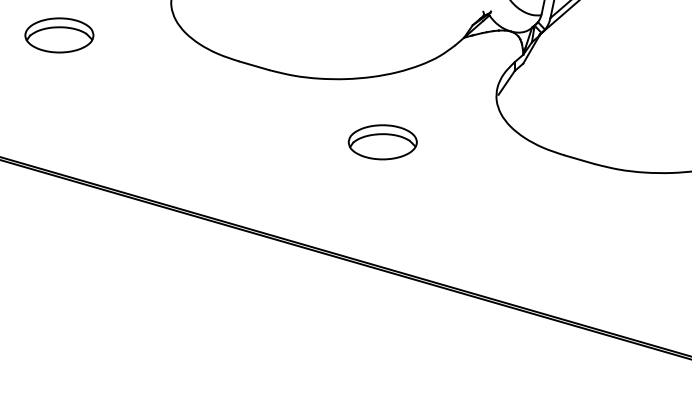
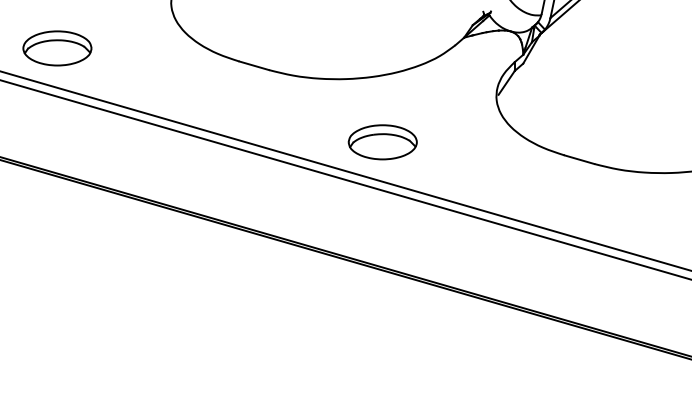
part at (59, 35) position: (59, 35) -> (57, 48)
line at (345, 171): none -> present
line at (345, 179): none -> present
